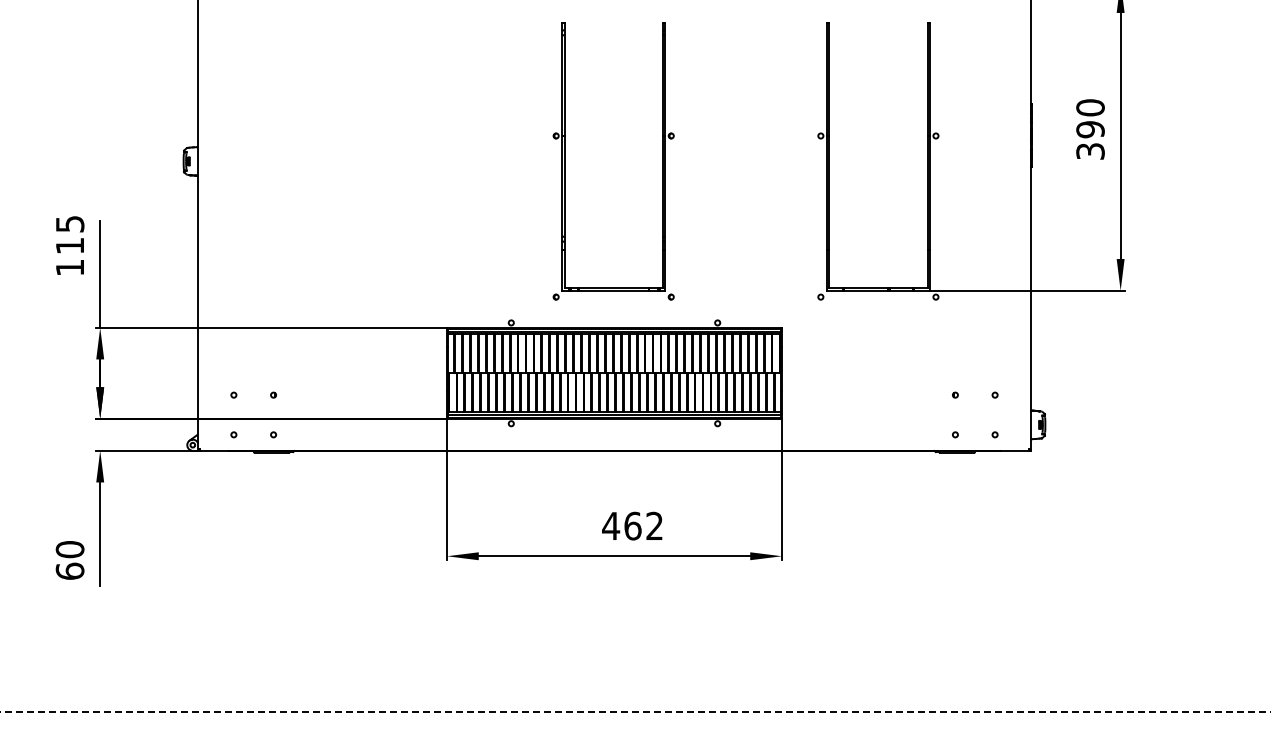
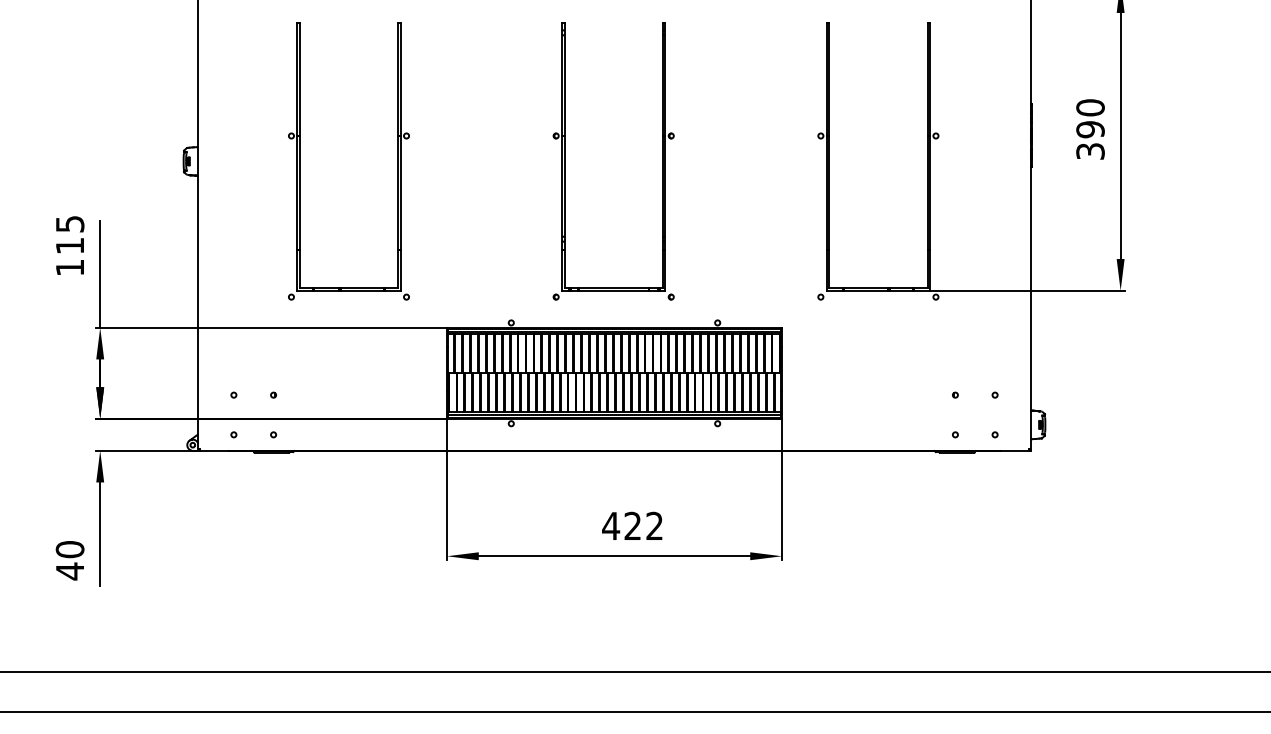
part at (300, 161): none -> present
text at (632, 525): 462 -> 422
text at (69, 571): 60 -> 40
line at (634, 672): none -> present
line at (635, 711): dashed -> solid
